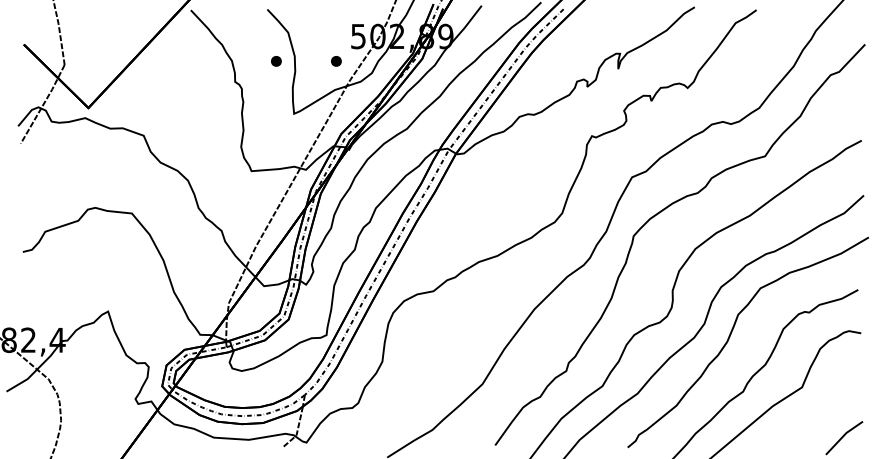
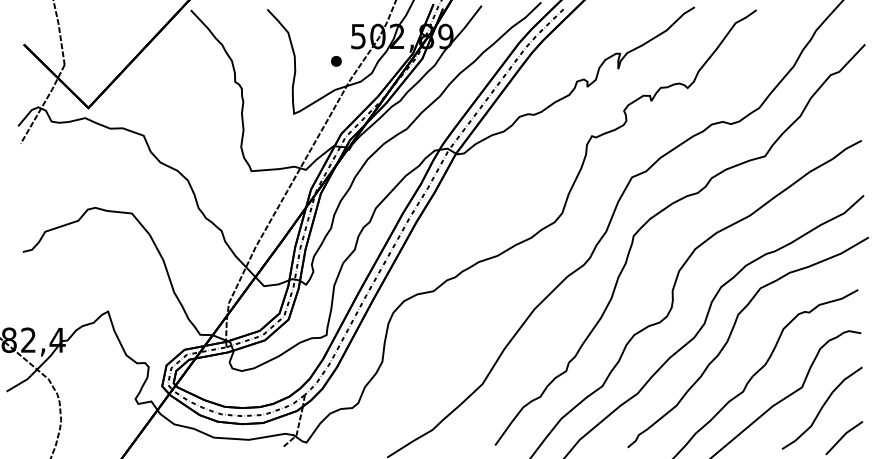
part at (276, 61): present -> none
curve at (821, 407): none -> present
